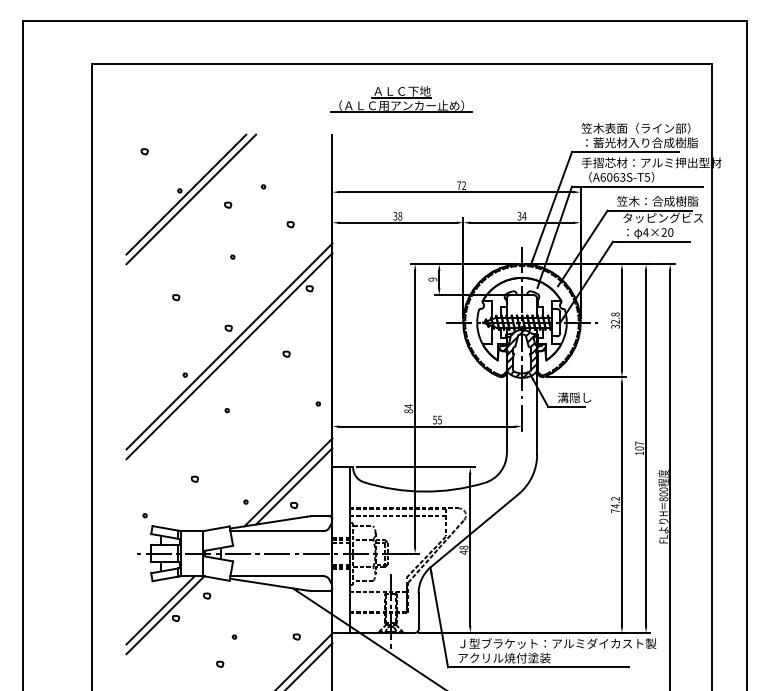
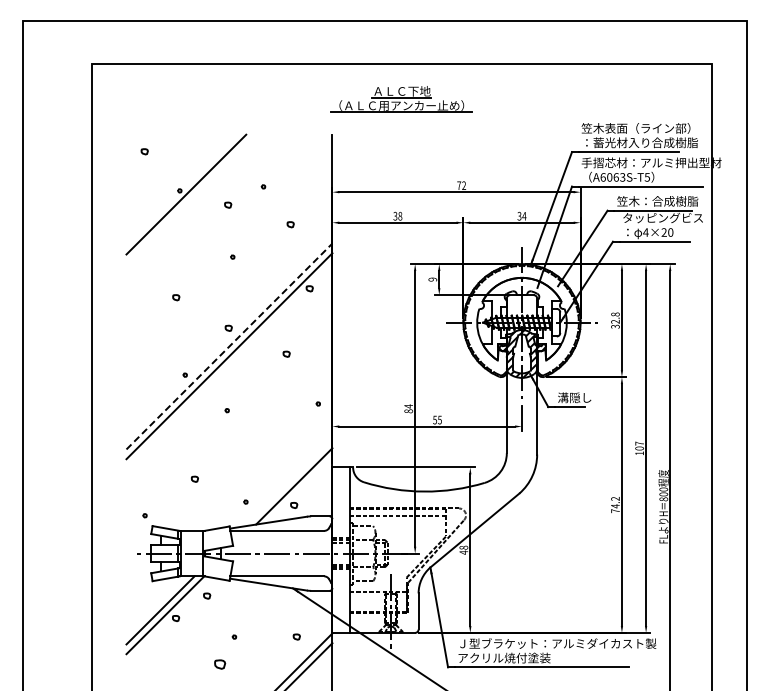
line at (191, 199): present -> none
line at (229, 346): solid -> dashed
line at (288, 482): present -> none
part at (220, 663) size: 9x8 px -> 13x11 px
